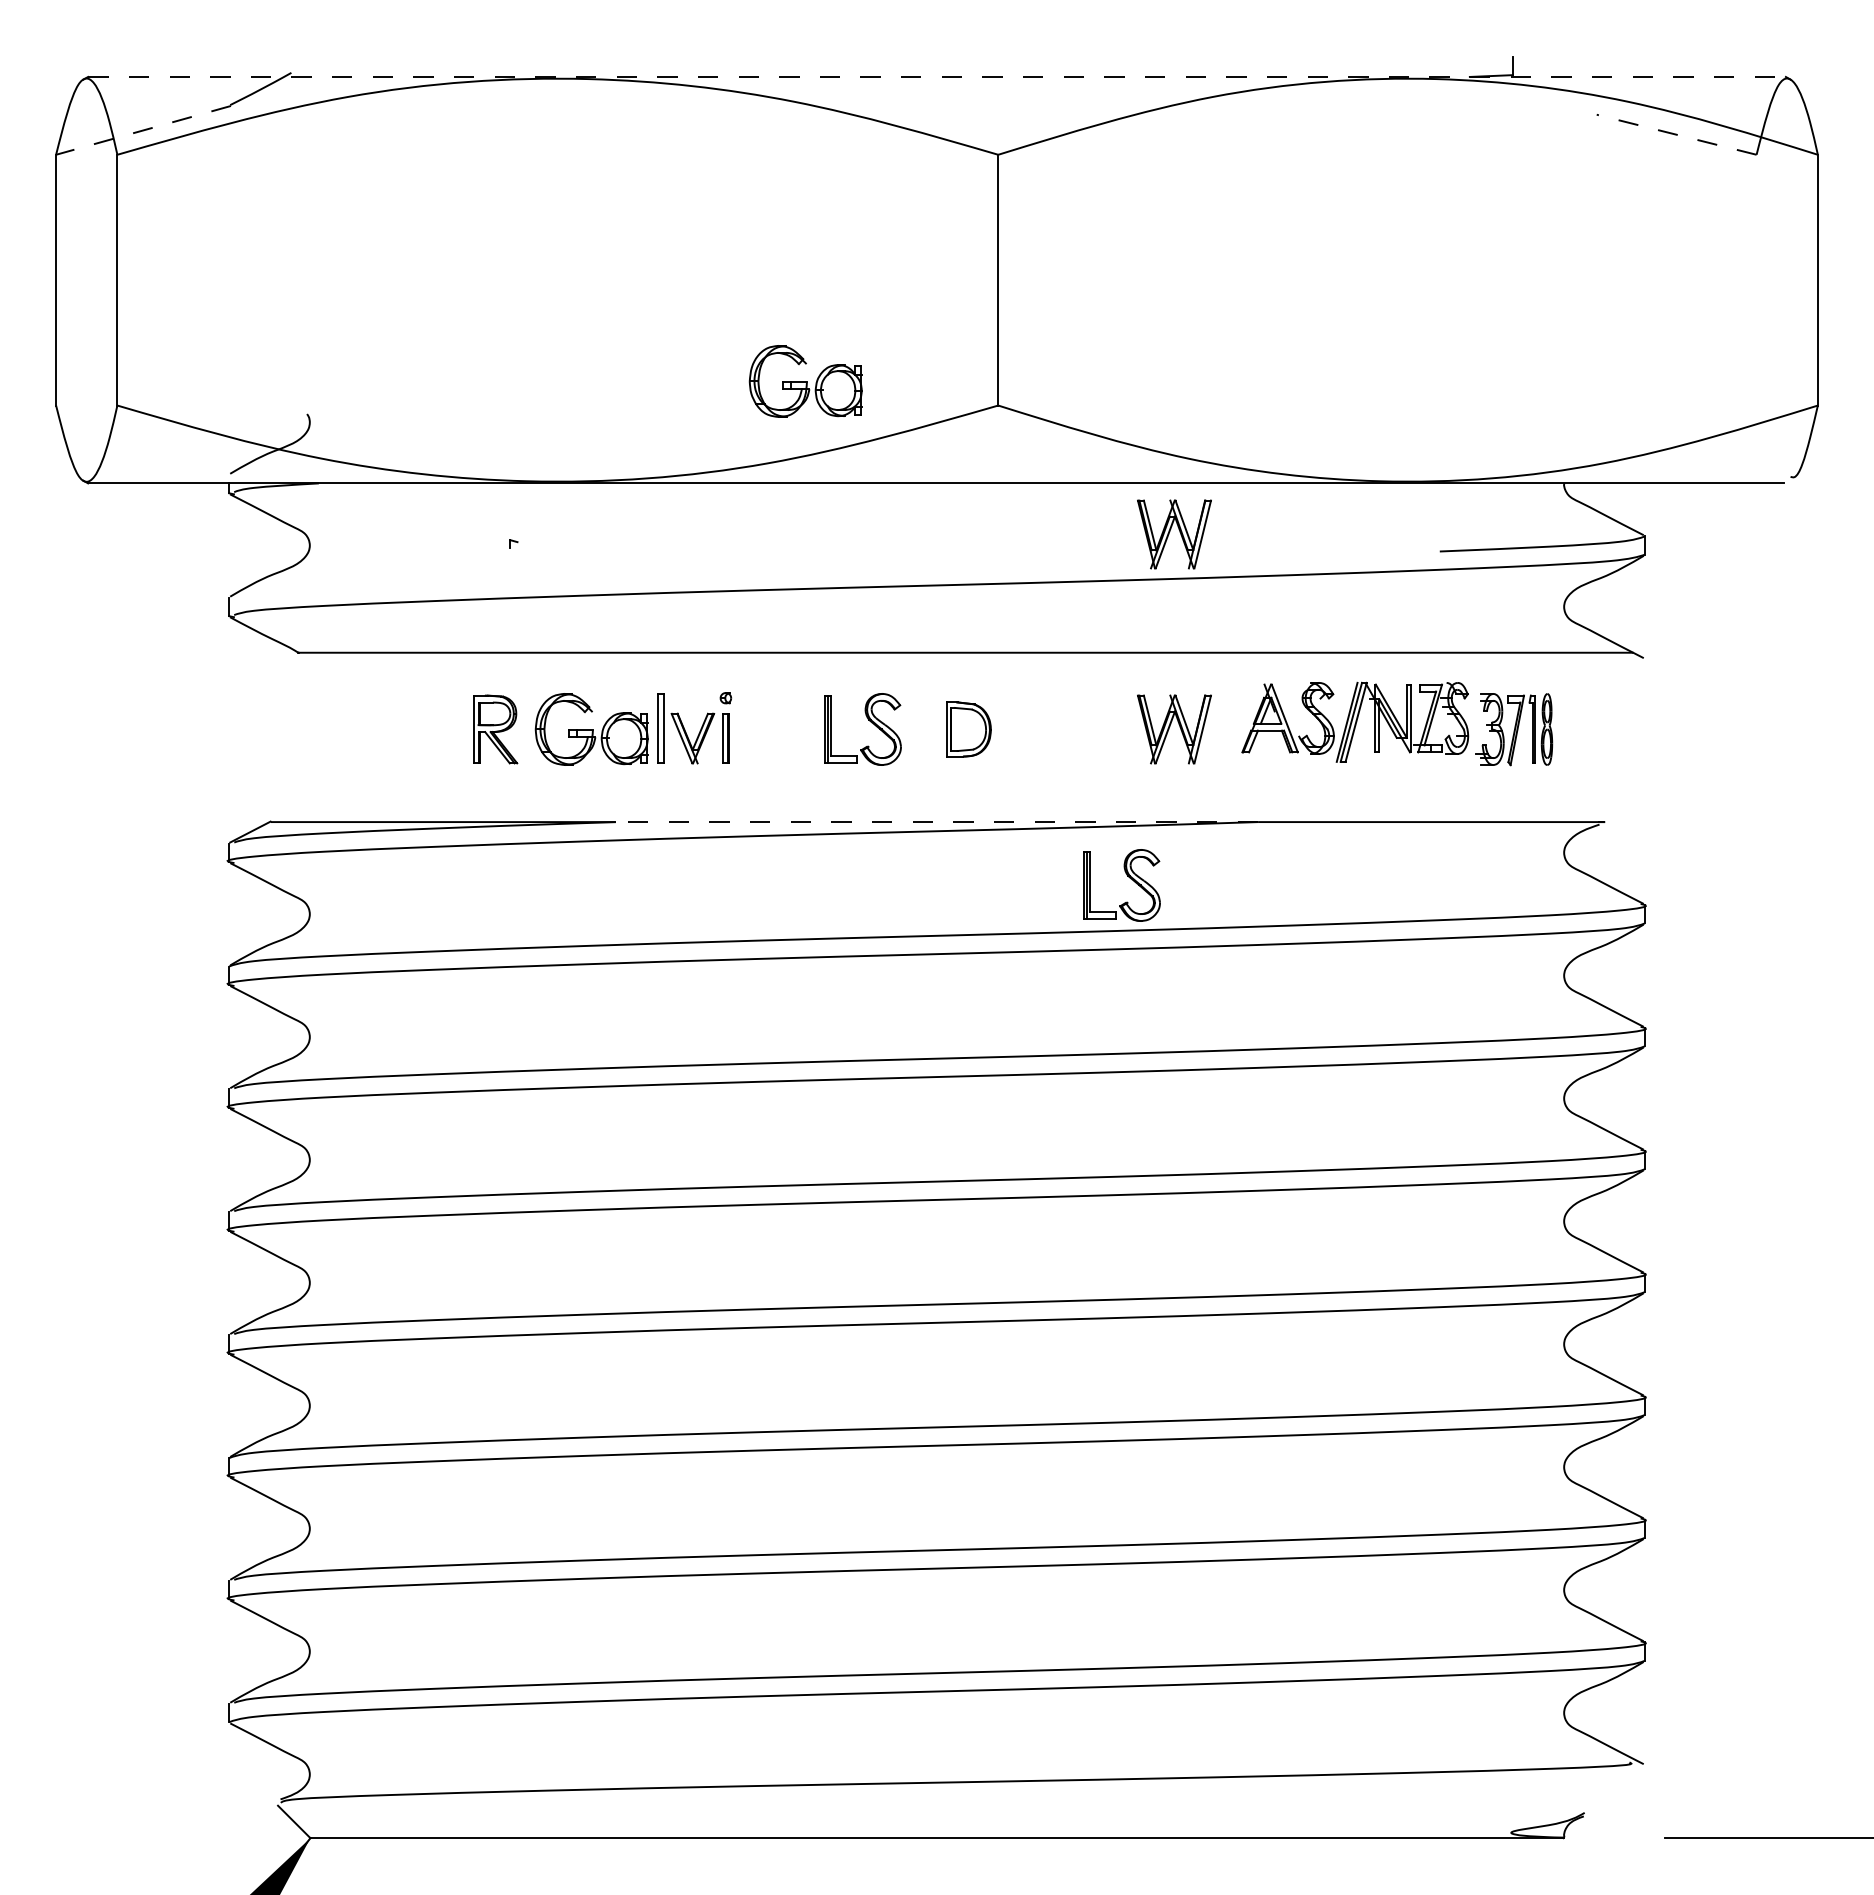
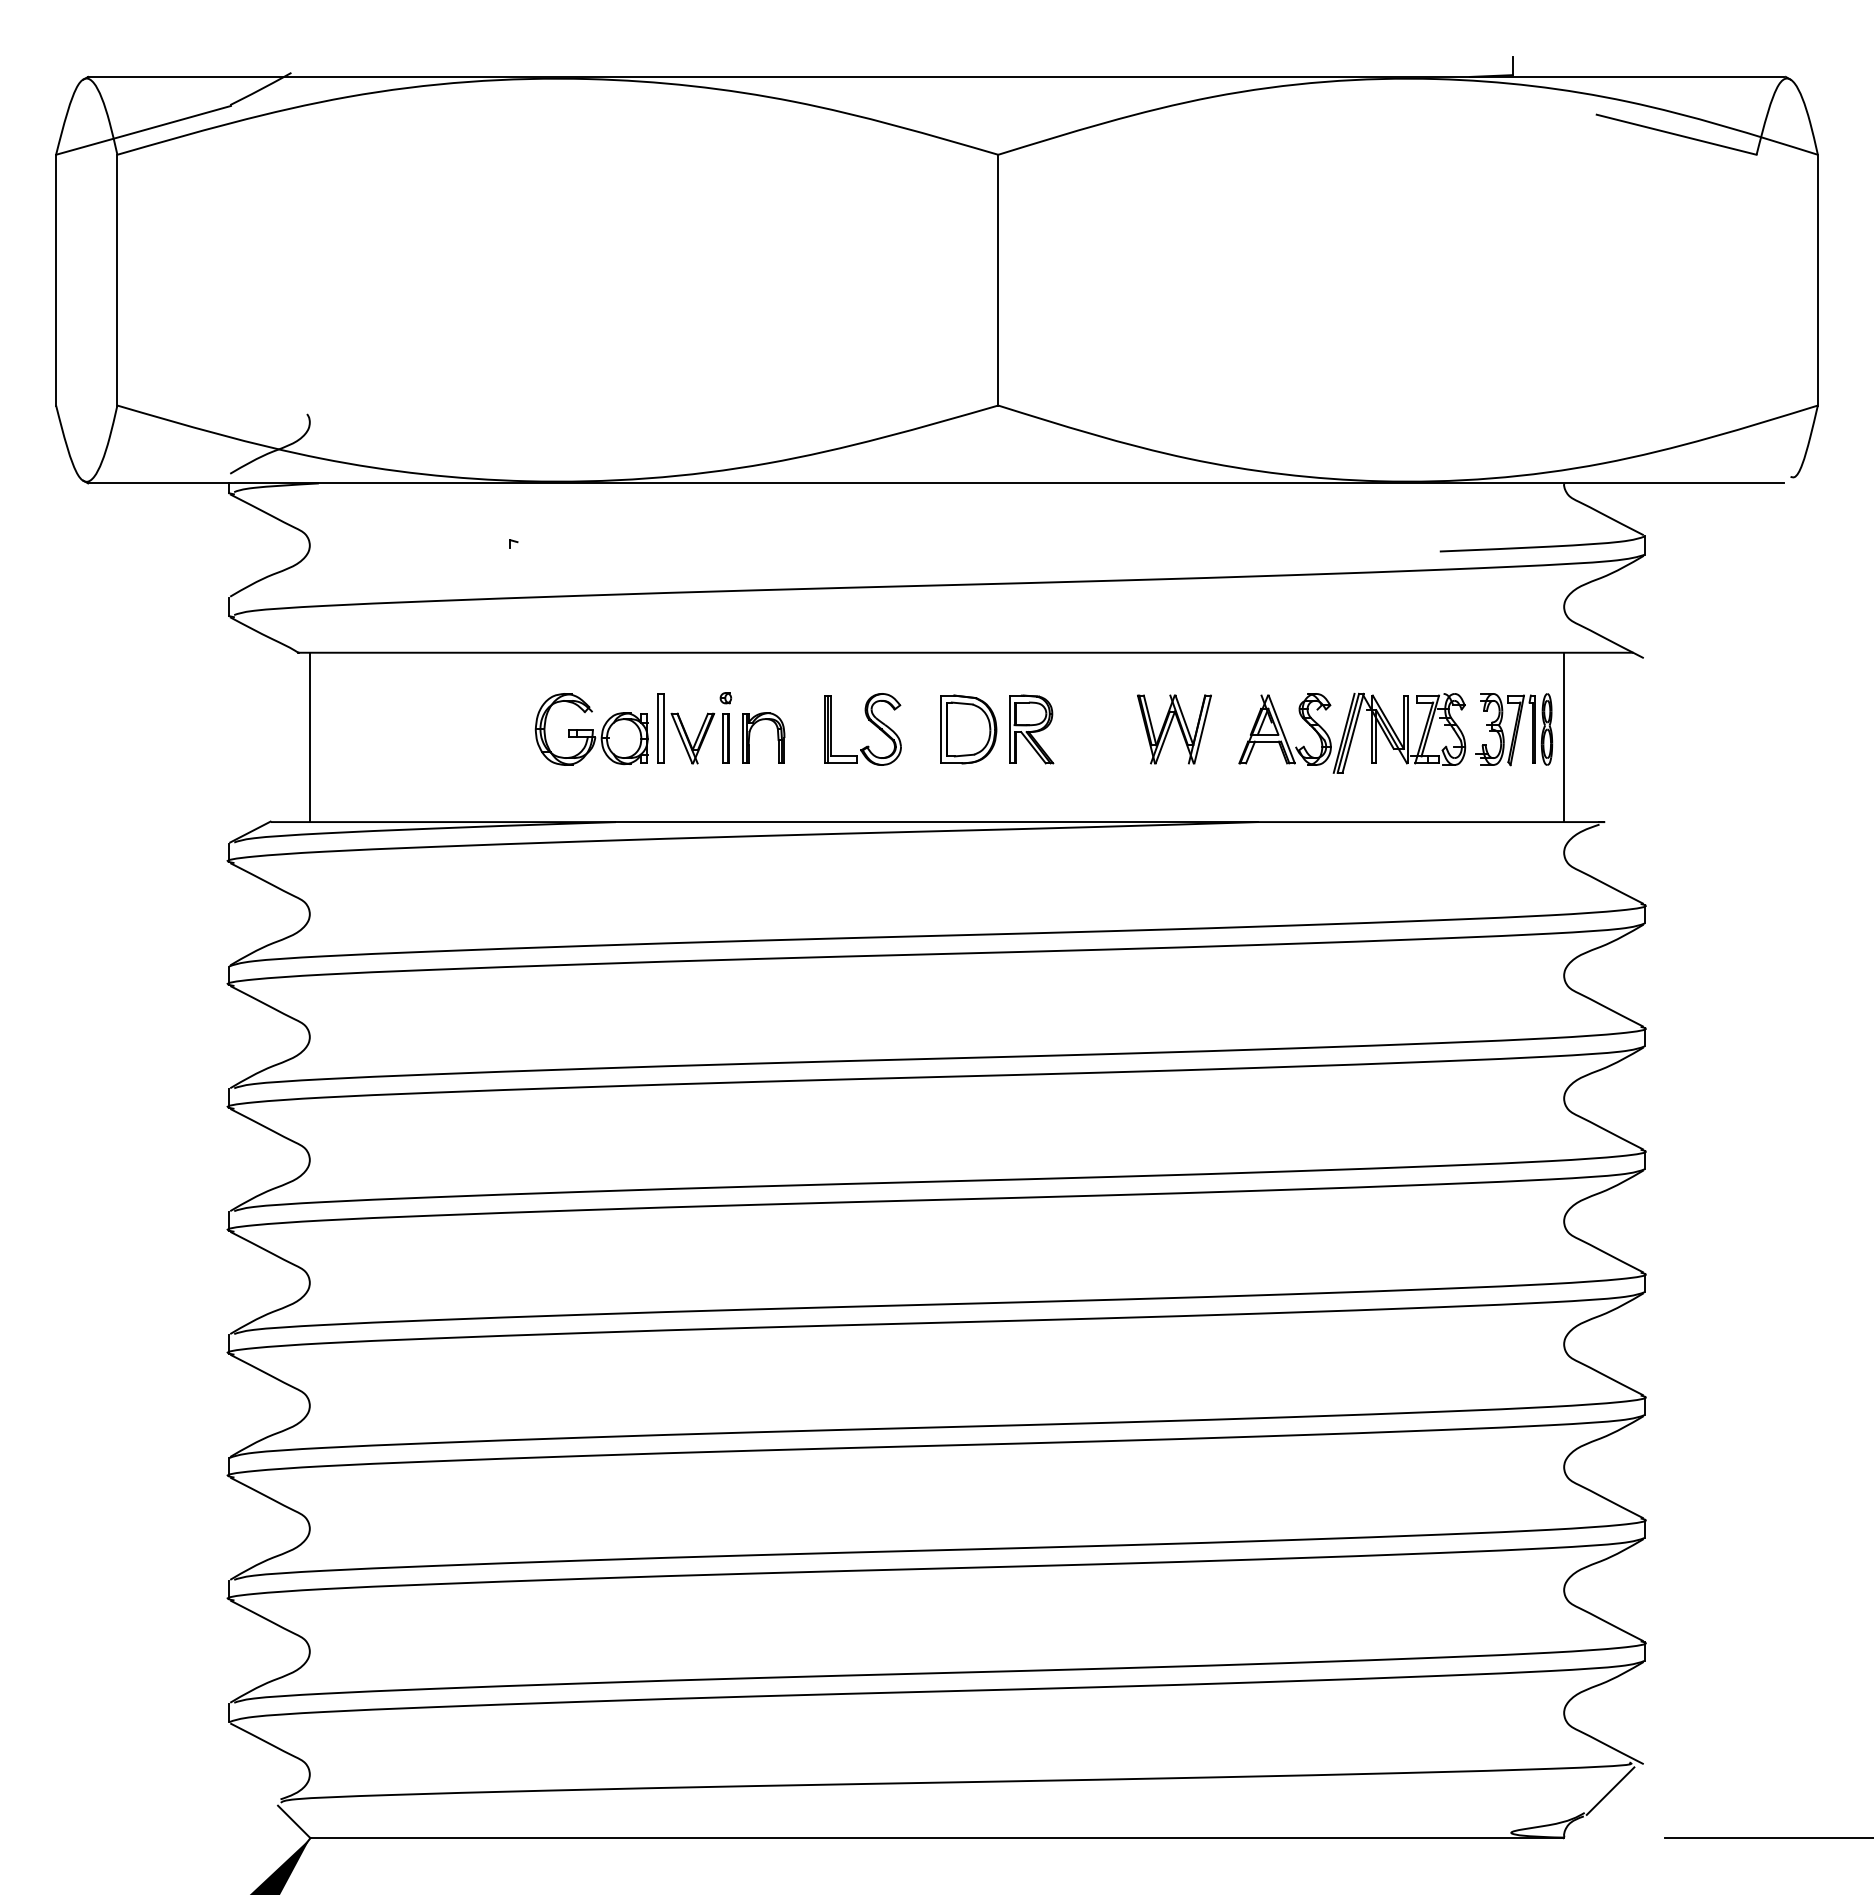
line at (936, 76): dashed -> solid
line at (143, 130): dashed -> solid
line at (1676, 134): dashed -> solid
part at (805, 381): present -> none
part at (1174, 534): present -> none
part at (1355, 721) position: (1355, 721) -> (1352, 732)
part at (495, 729) position: (495, 729) -> (1031, 729)
part at (968, 729) size: 46x57 px -> 58x71 px
part at (750, 735): none -> present
line at (310, 737): none -> present
line at (1563, 737): none -> present
line at (936, 822): dashed -> solid
part at (1128, 877): present -> none
line at (1610, 1790): none -> present
